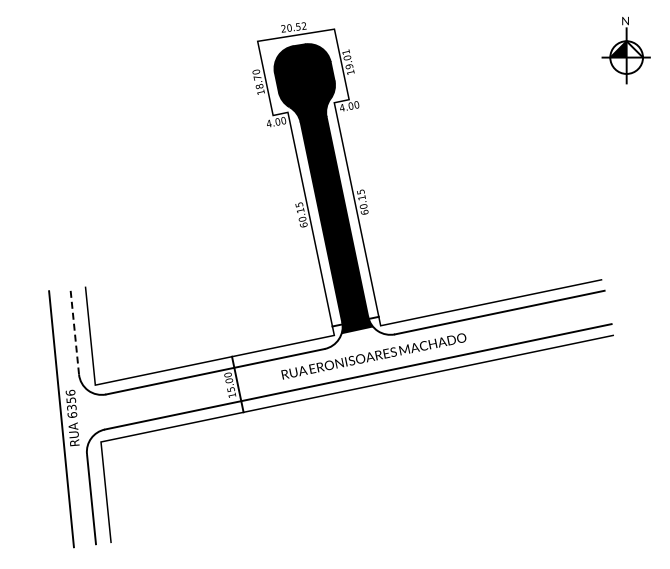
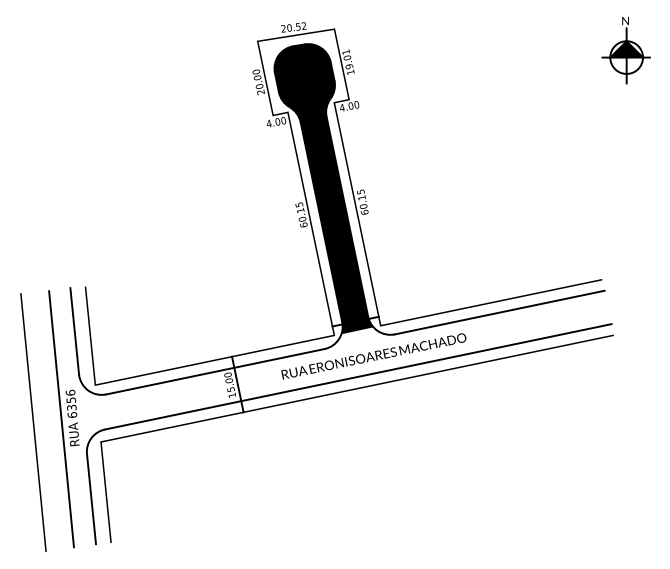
fill at (634, 49): none -> present
text at (258, 85): 18.70 -> 20.00
line at (74, 330): dashed -> solid
line at (33, 422): none -> present
